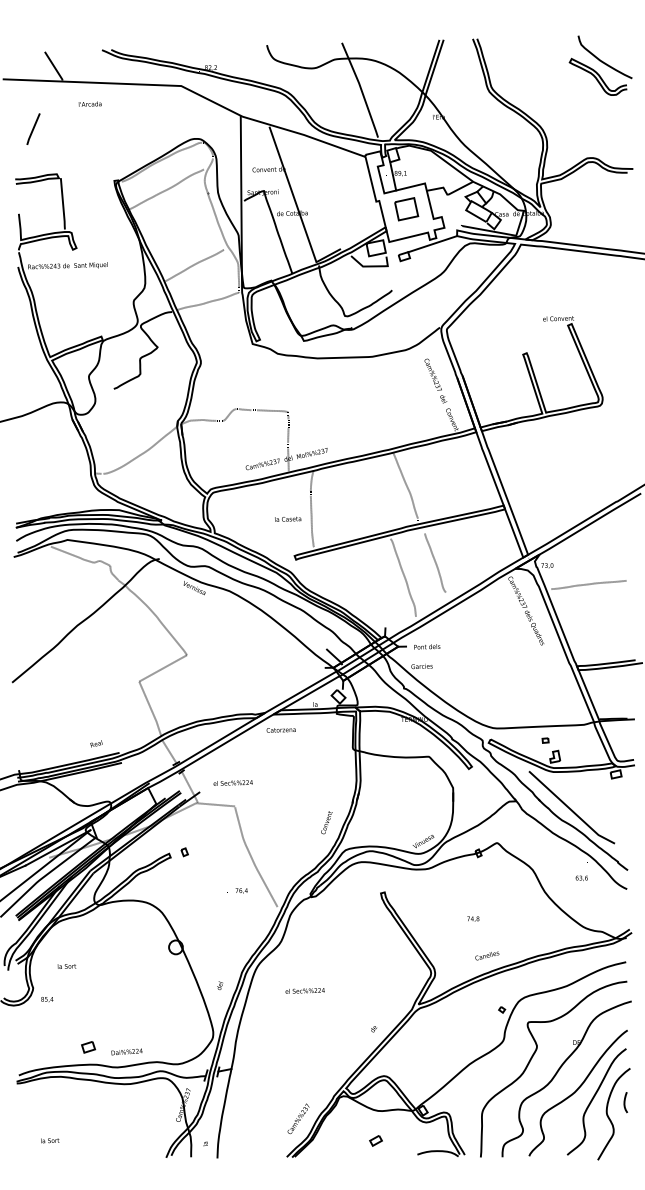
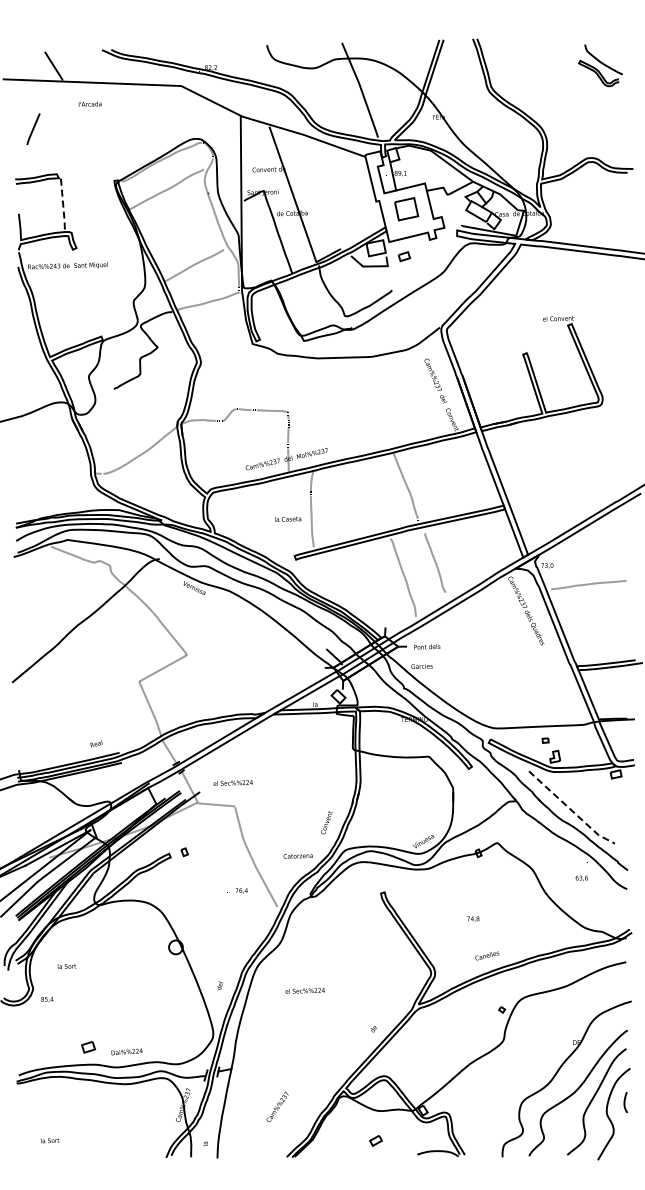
part at (600, 65) size: 65x61 px -> 45x44 px
line at (63, 204): solid -> dashed
line at (432, 244): present -> none
text at (280, 730) position: (280, 730) -> (297, 856)
line at (571, 810): solid -> dashed
curve at (532, 1058): present -> none
text at (298, 1118) position: (298, 1118) -> (277, 1106)
